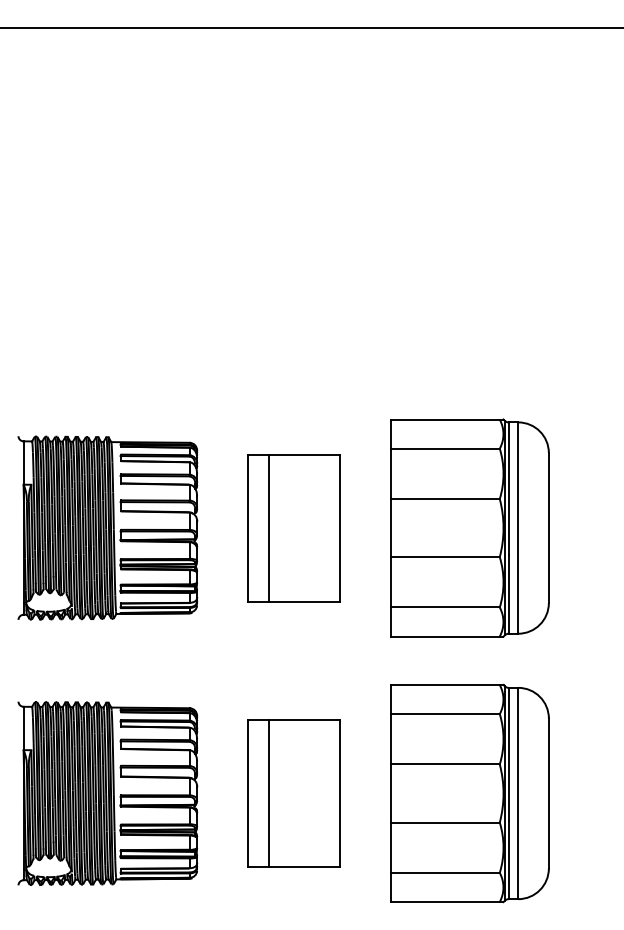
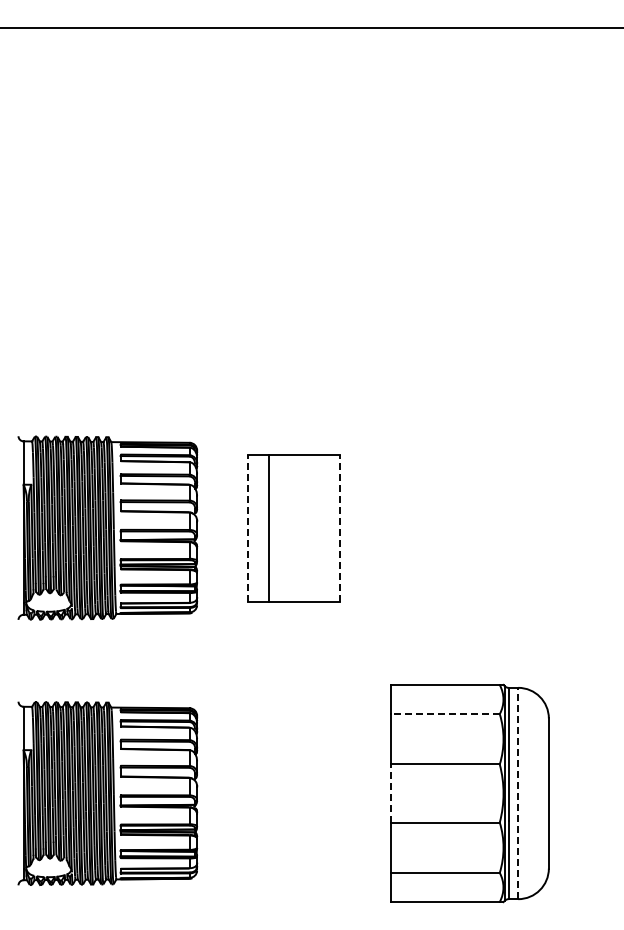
part at (469, 527): present -> none
line at (248, 528): solid -> dashed
line at (340, 528): solid -> dashed
line at (444, 714): solid -> dashed
part at (293, 793): present -> none
line at (391, 793): solid -> dashed
line at (518, 793): solid -> dashed
